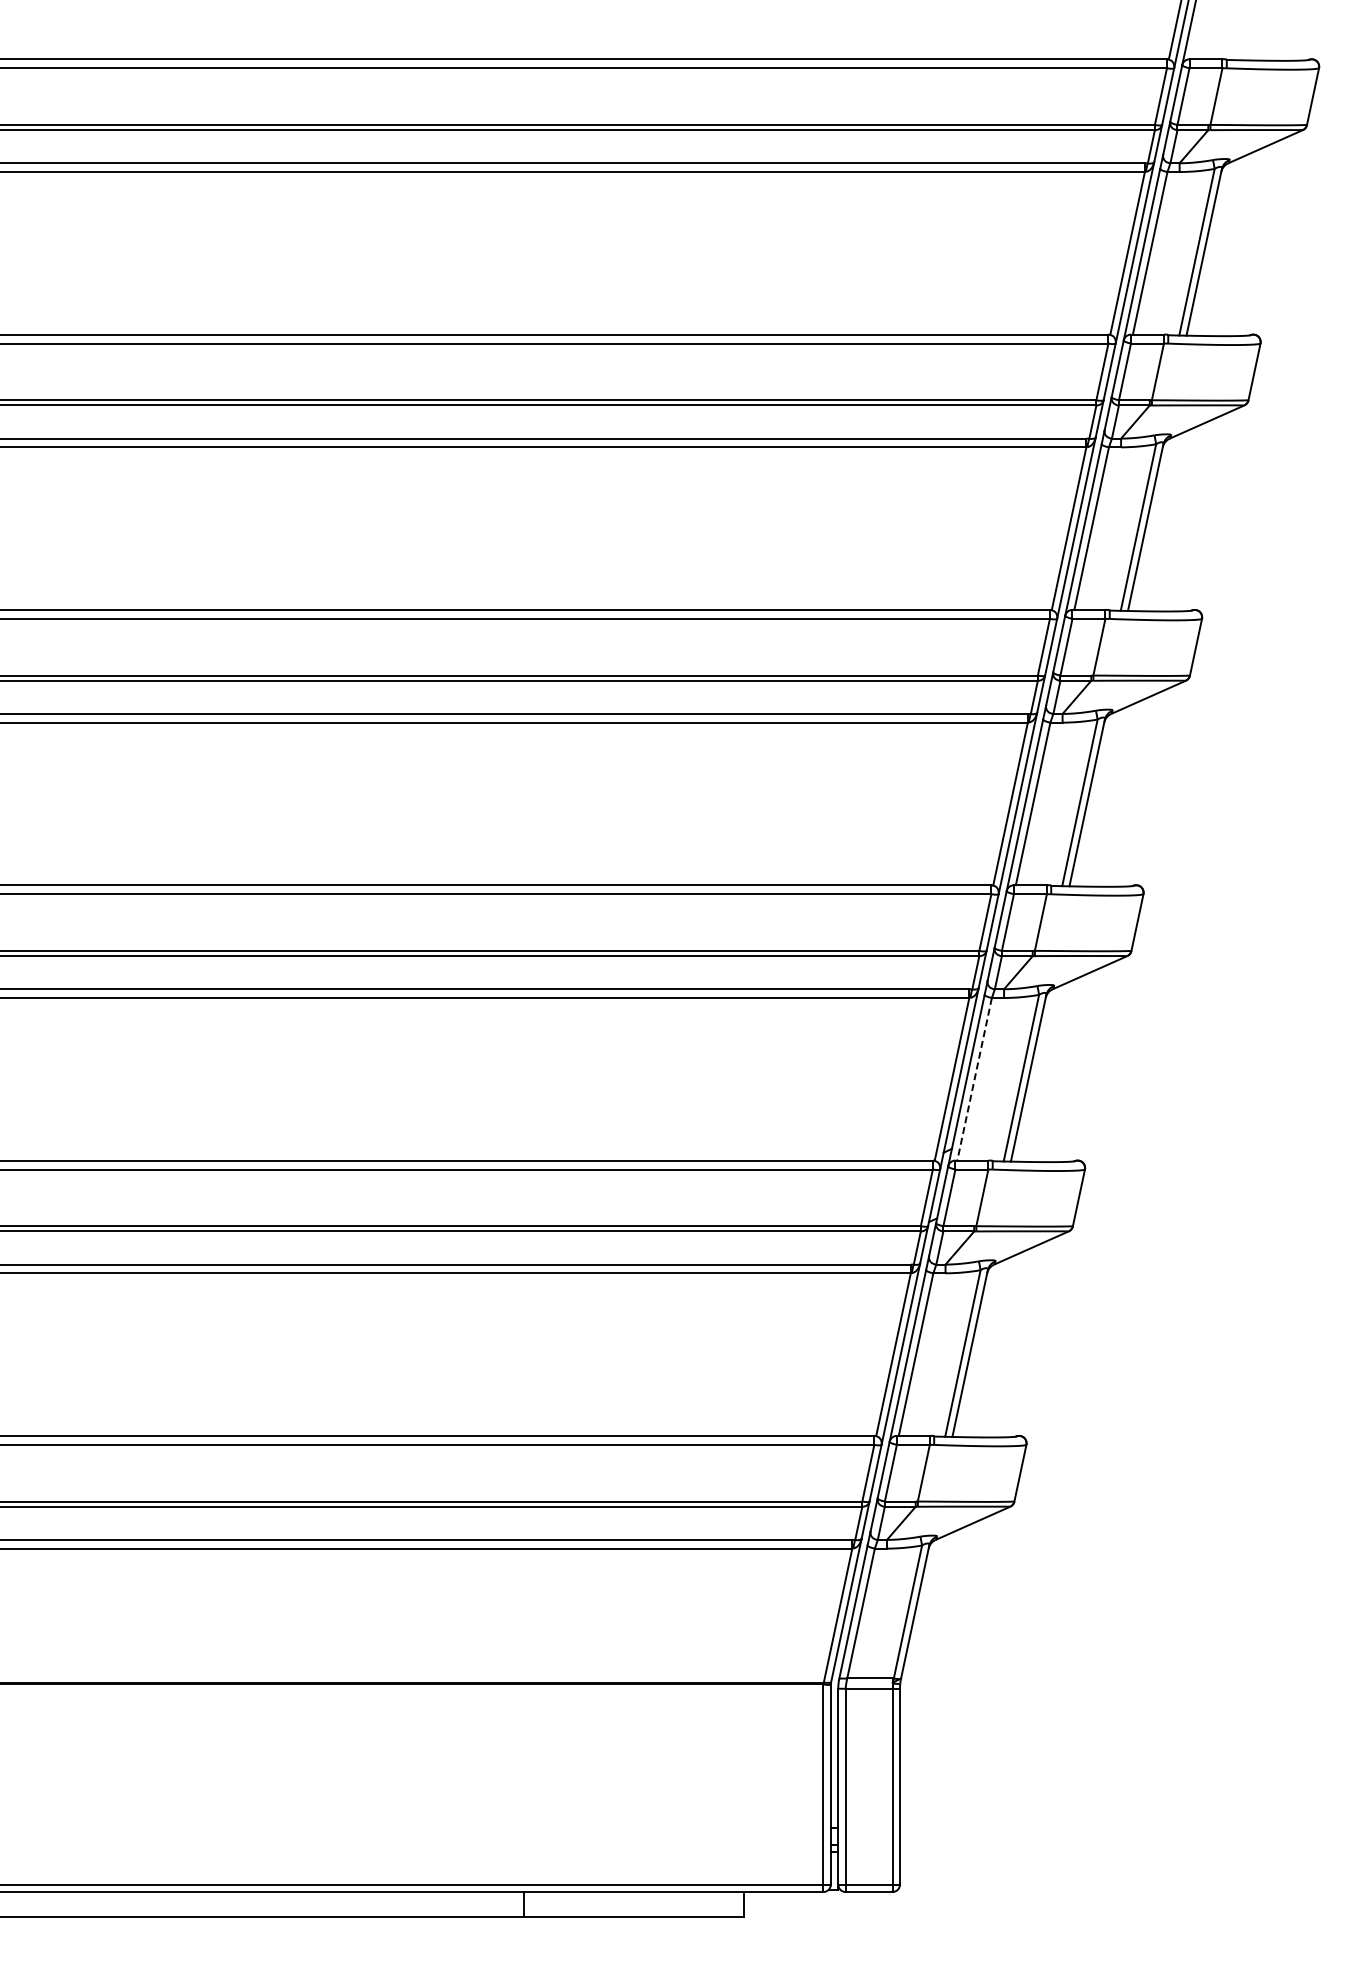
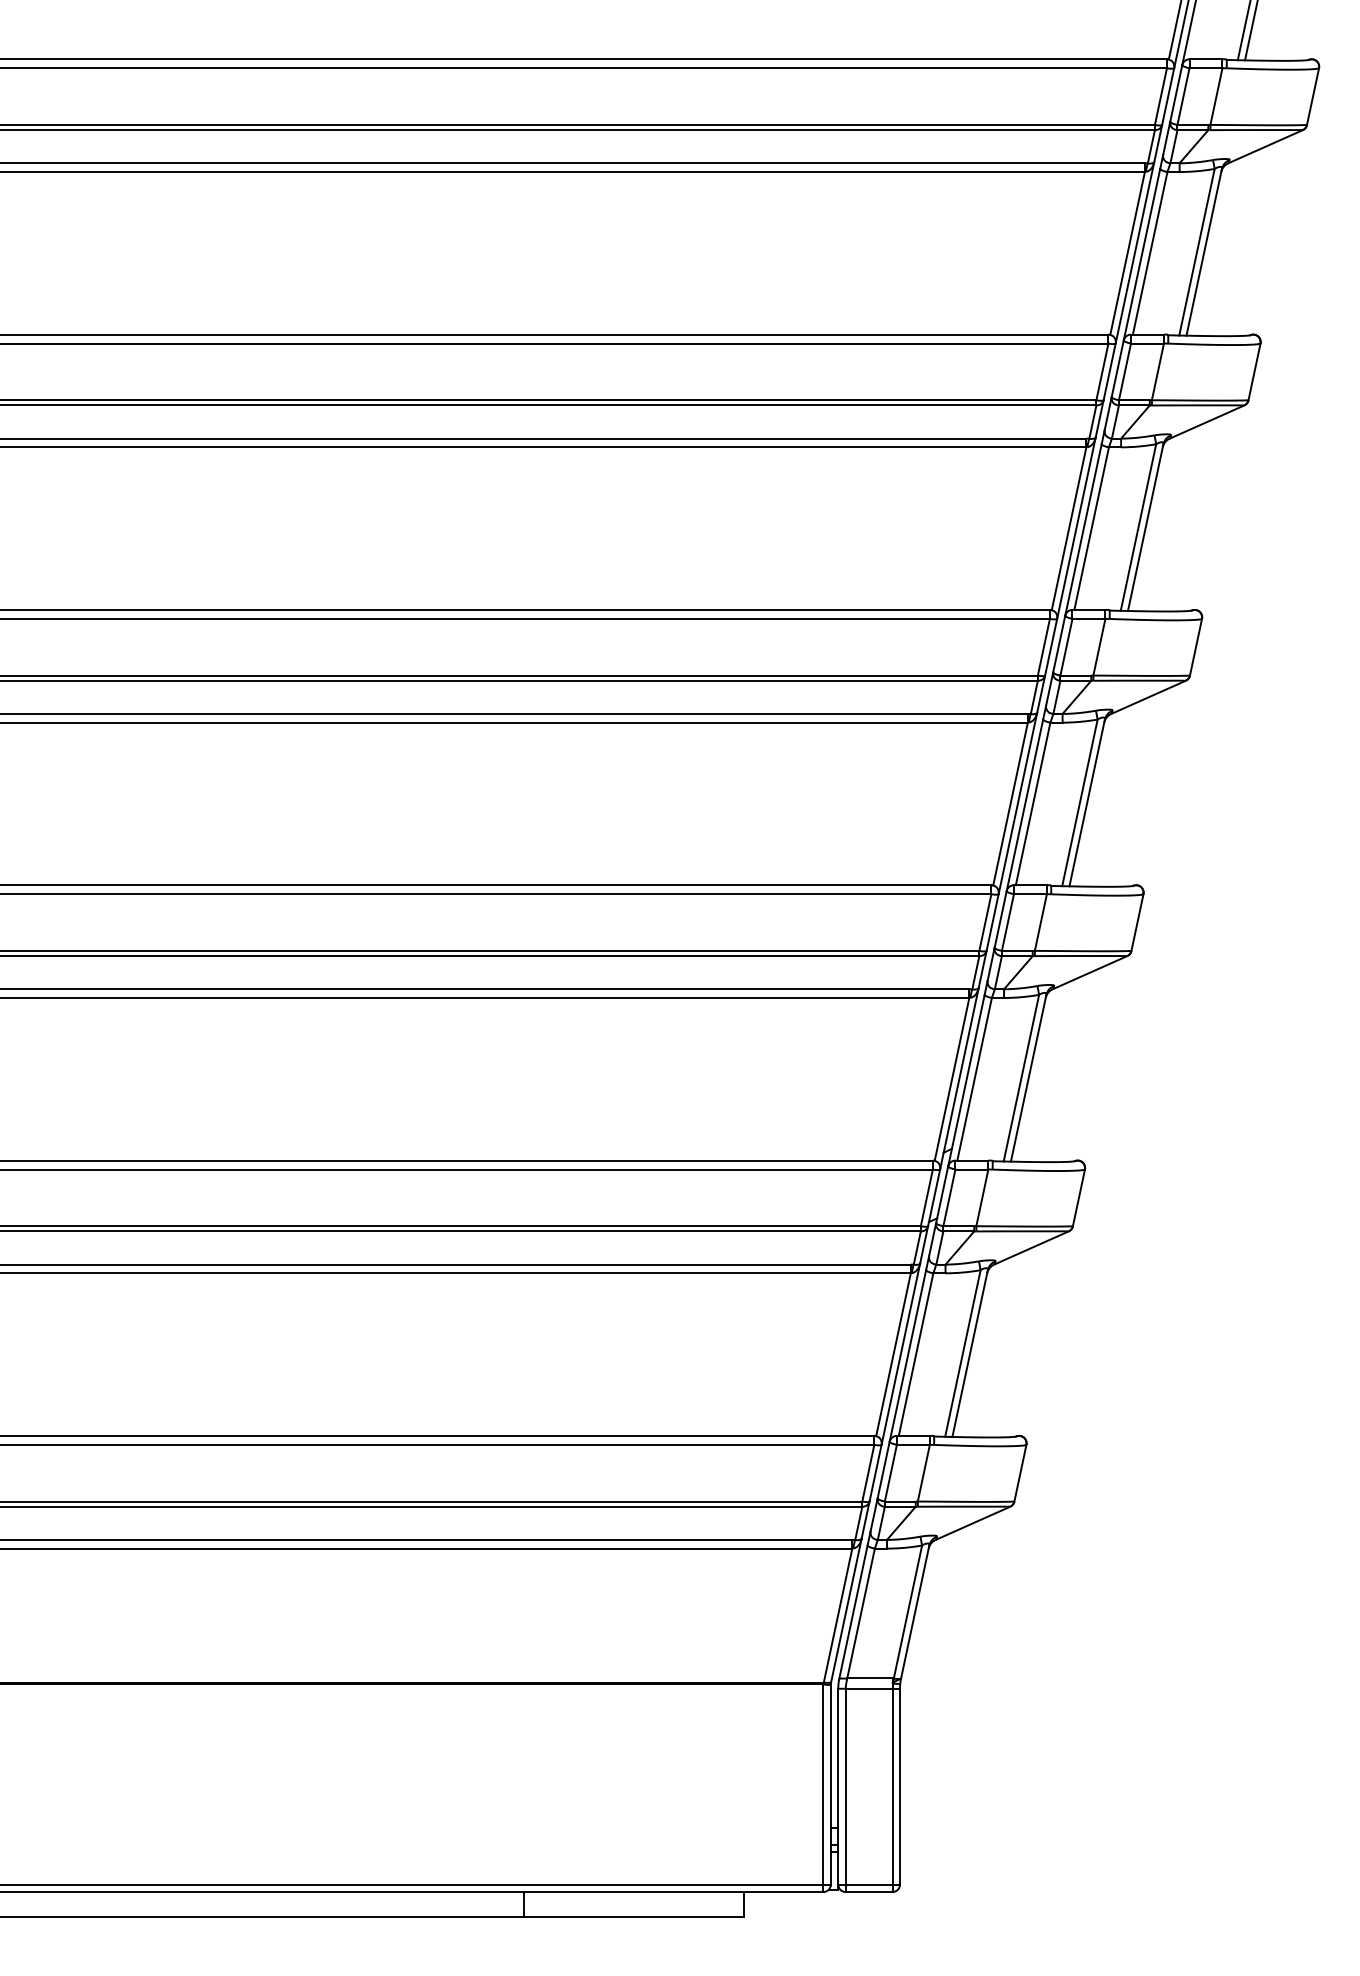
line at (1243, 31): none -> present
line at (1251, 31): none -> present
line at (974, 1079): dashed -> solid
